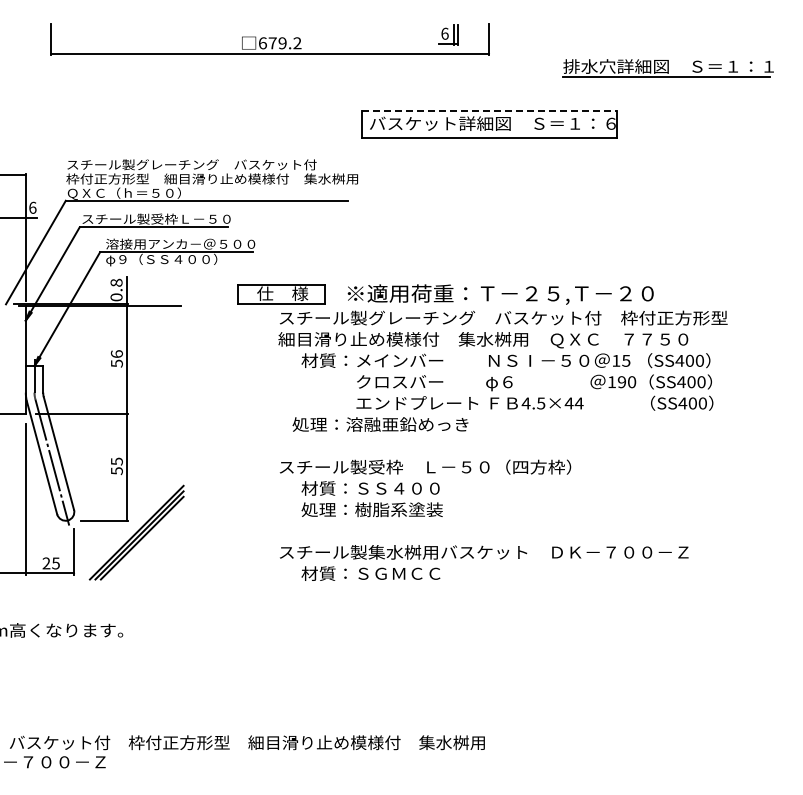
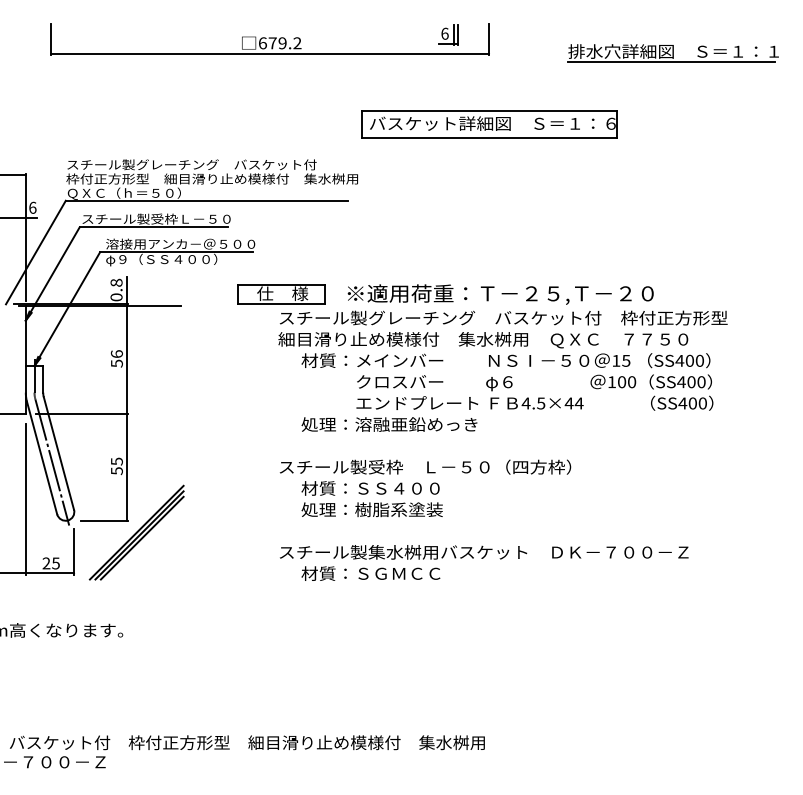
part at (667, 68) position: (667, 68) -> (672, 53)
line at (489, 110): dashed -> solid
text at (621, 382): 190 -> 100
text at (380, 424) position: (380, 424) -> (389, 424)
